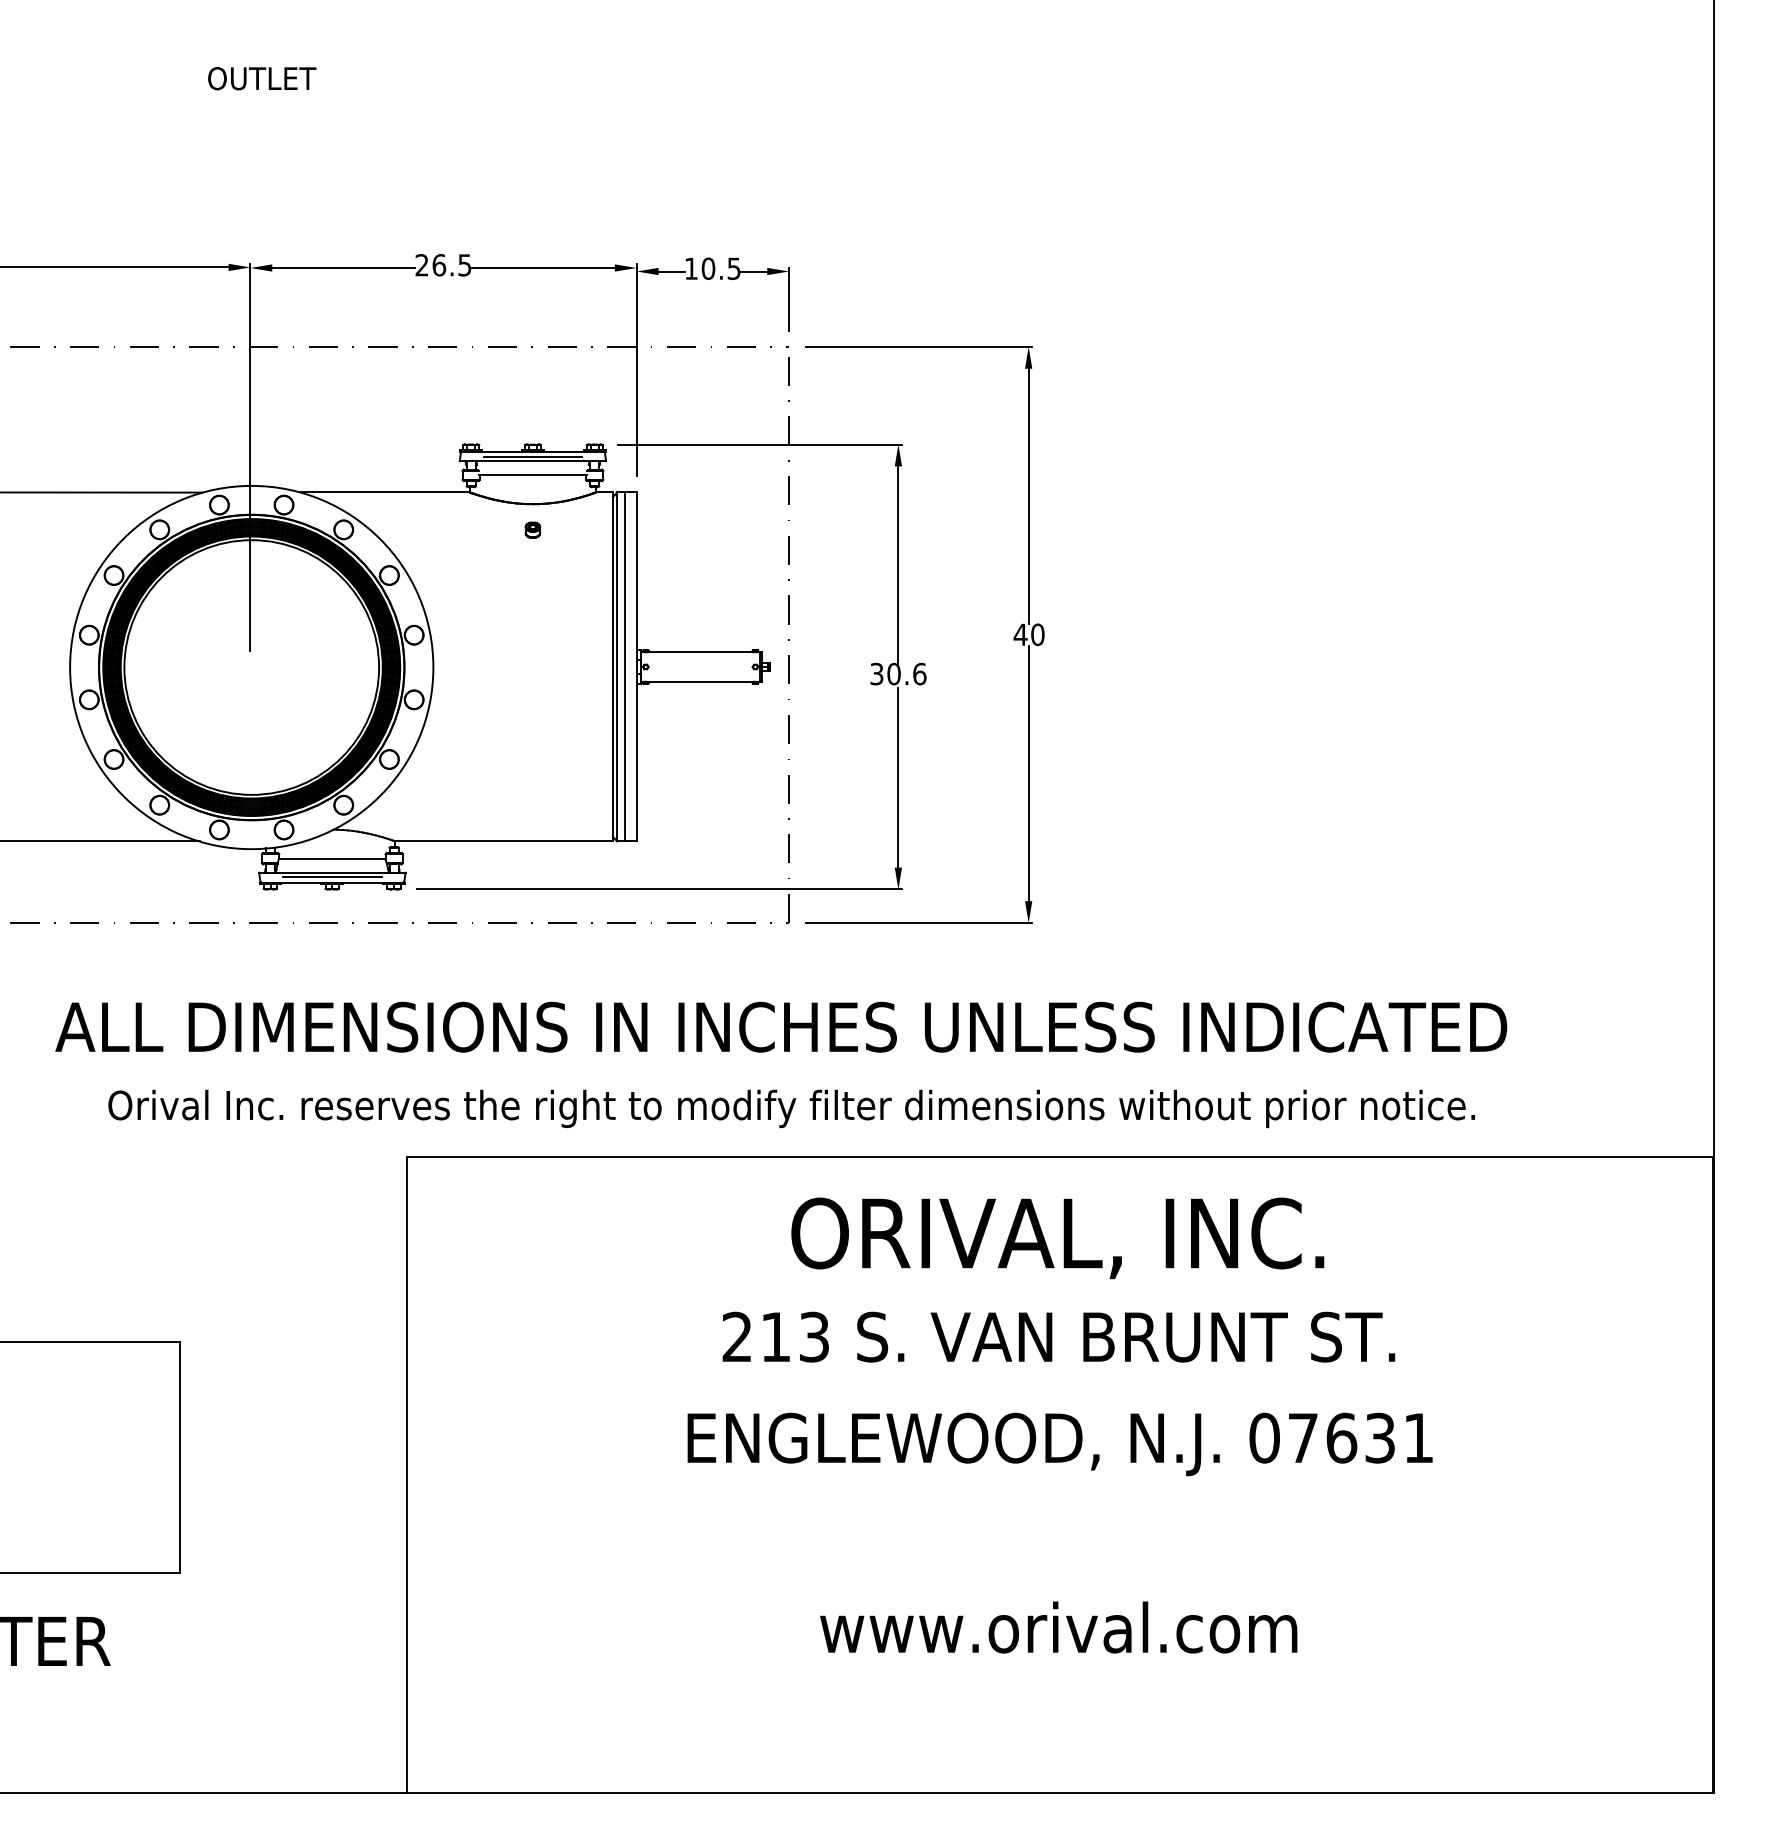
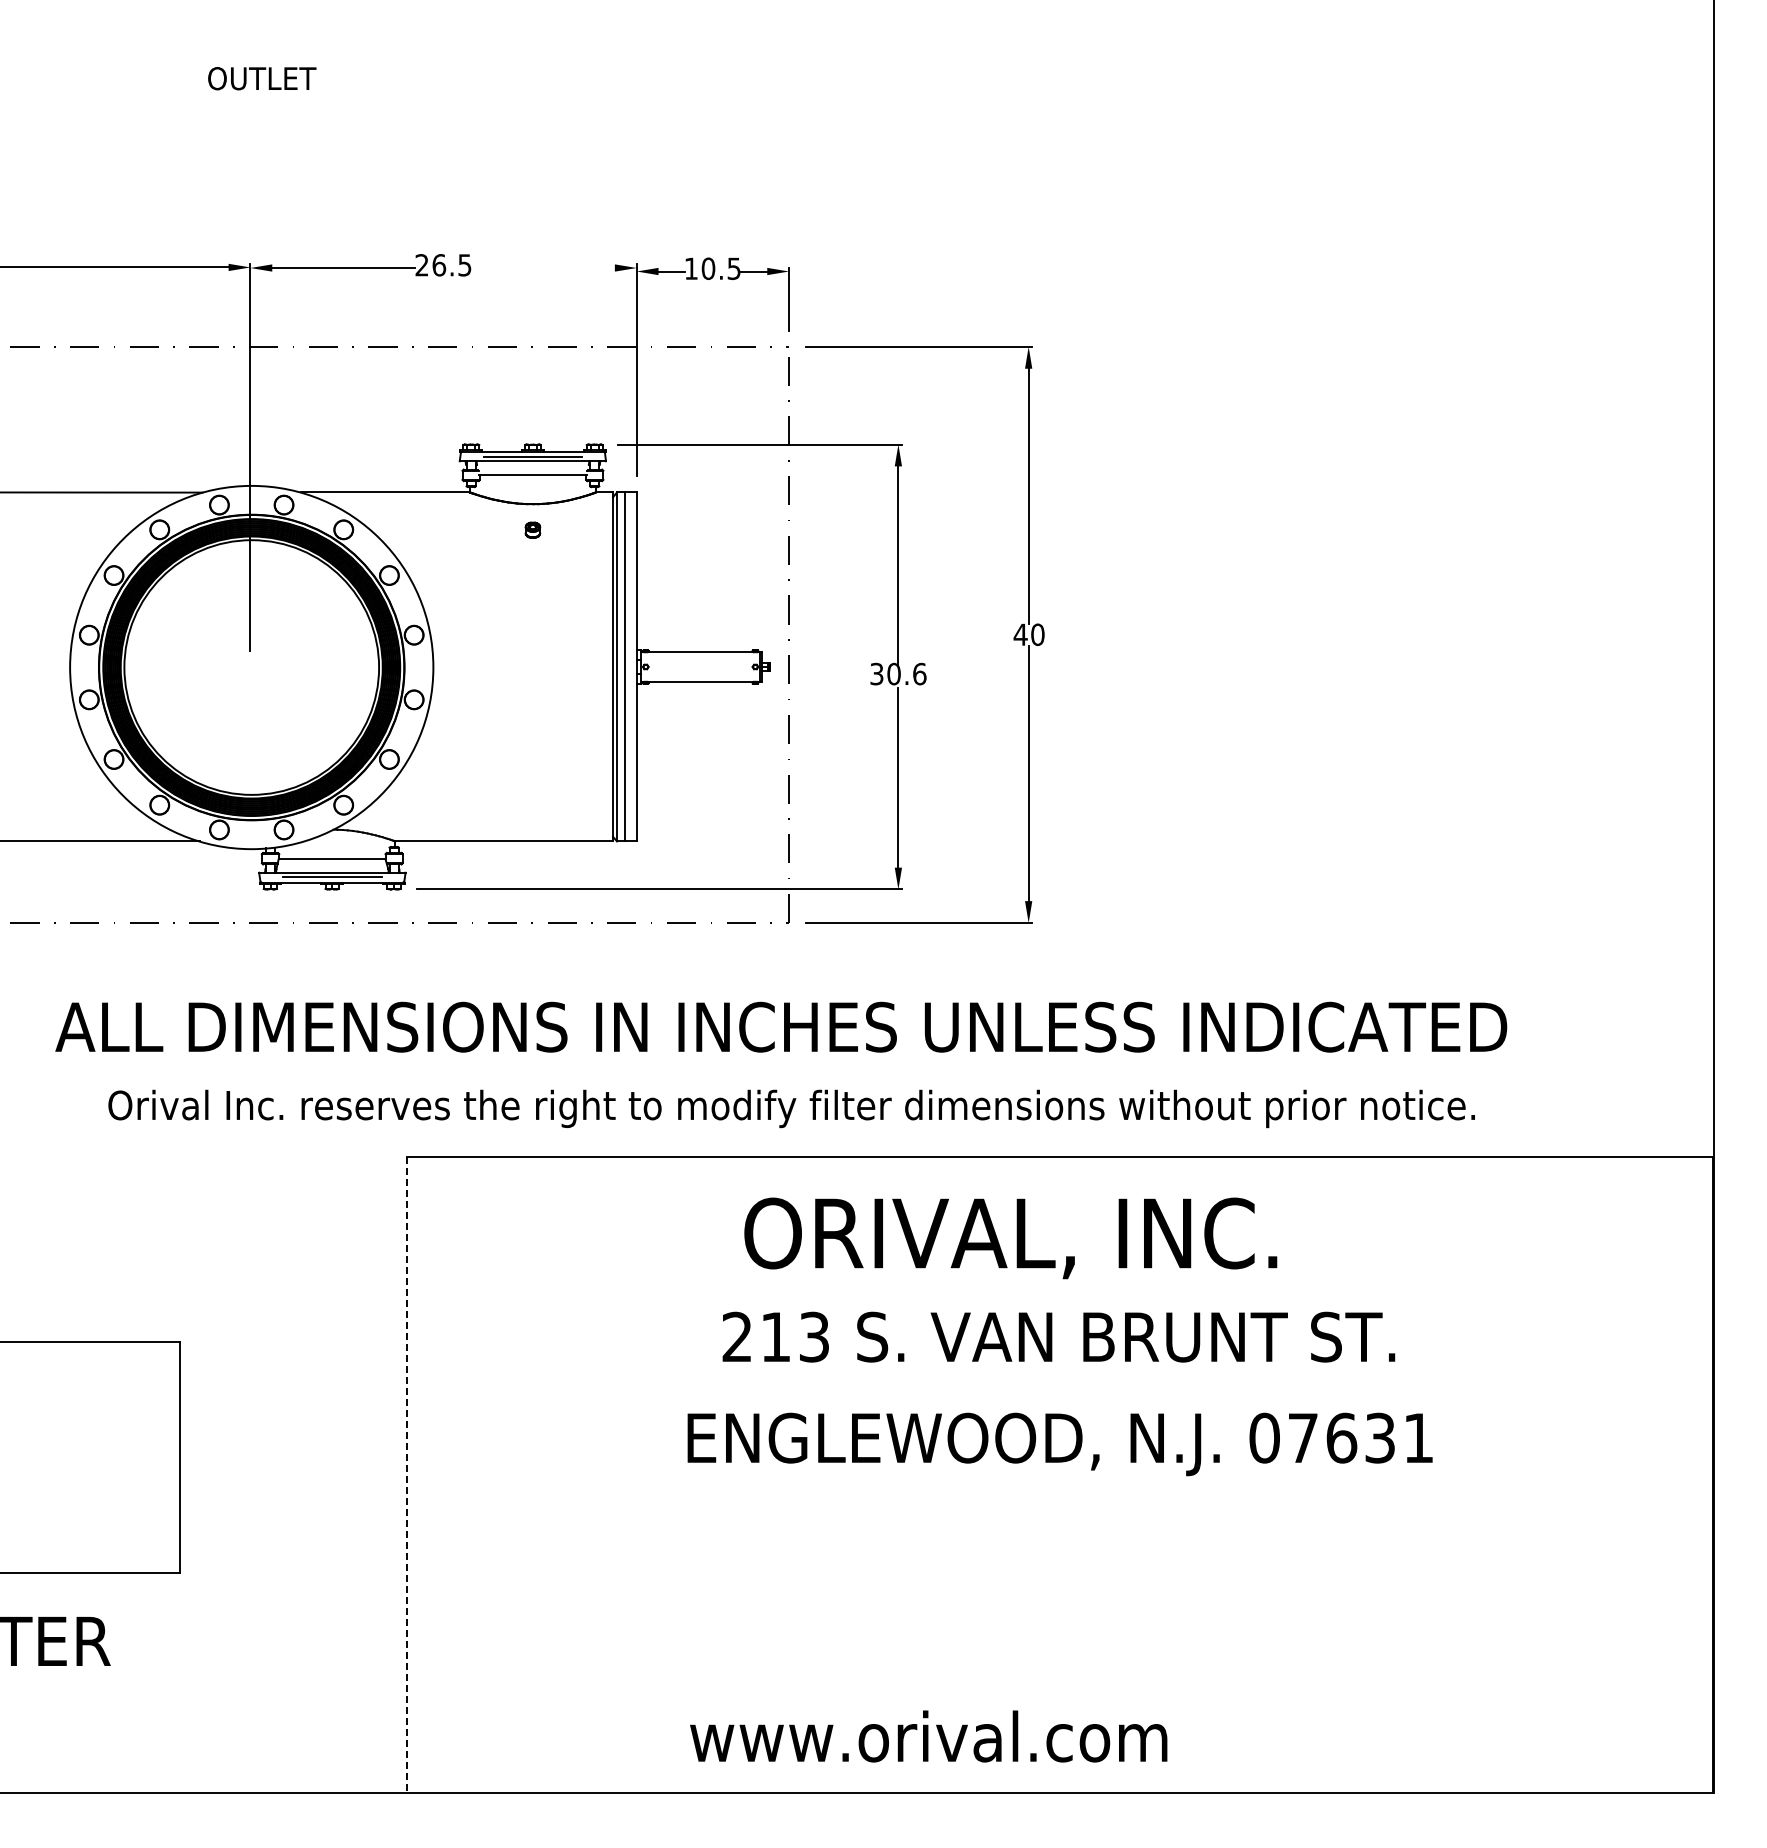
line at (543, 268): present -> none
text at (1057, 1238) position: (1057, 1238) -> (1010, 1238)
line at (406, 1475): solid -> dashed
text at (1058, 1627) position: (1058, 1627) -> (928, 1736)
